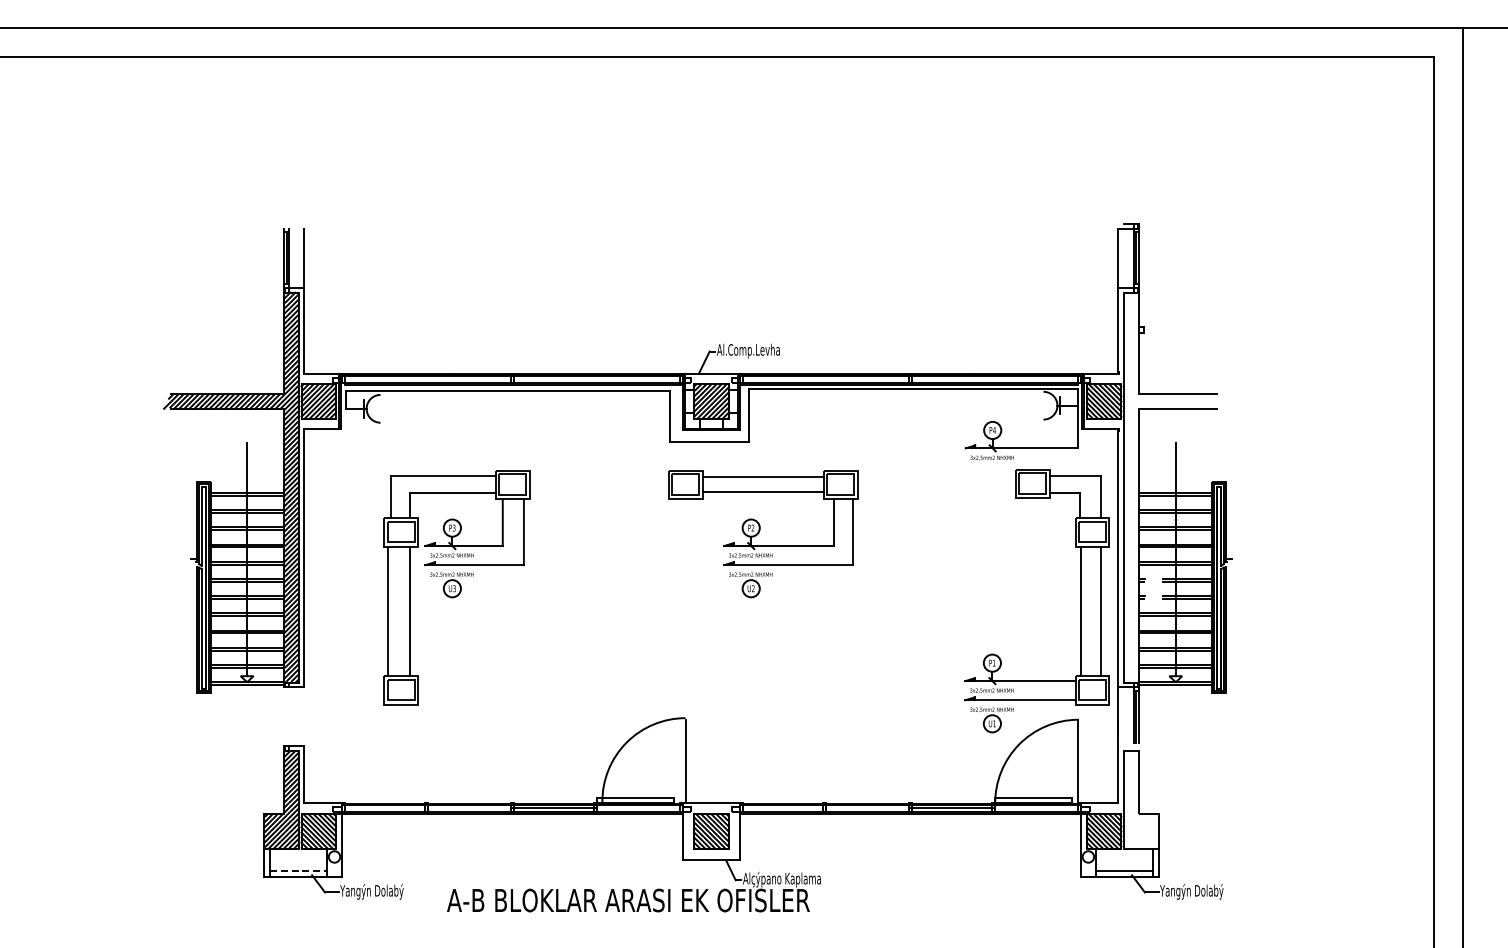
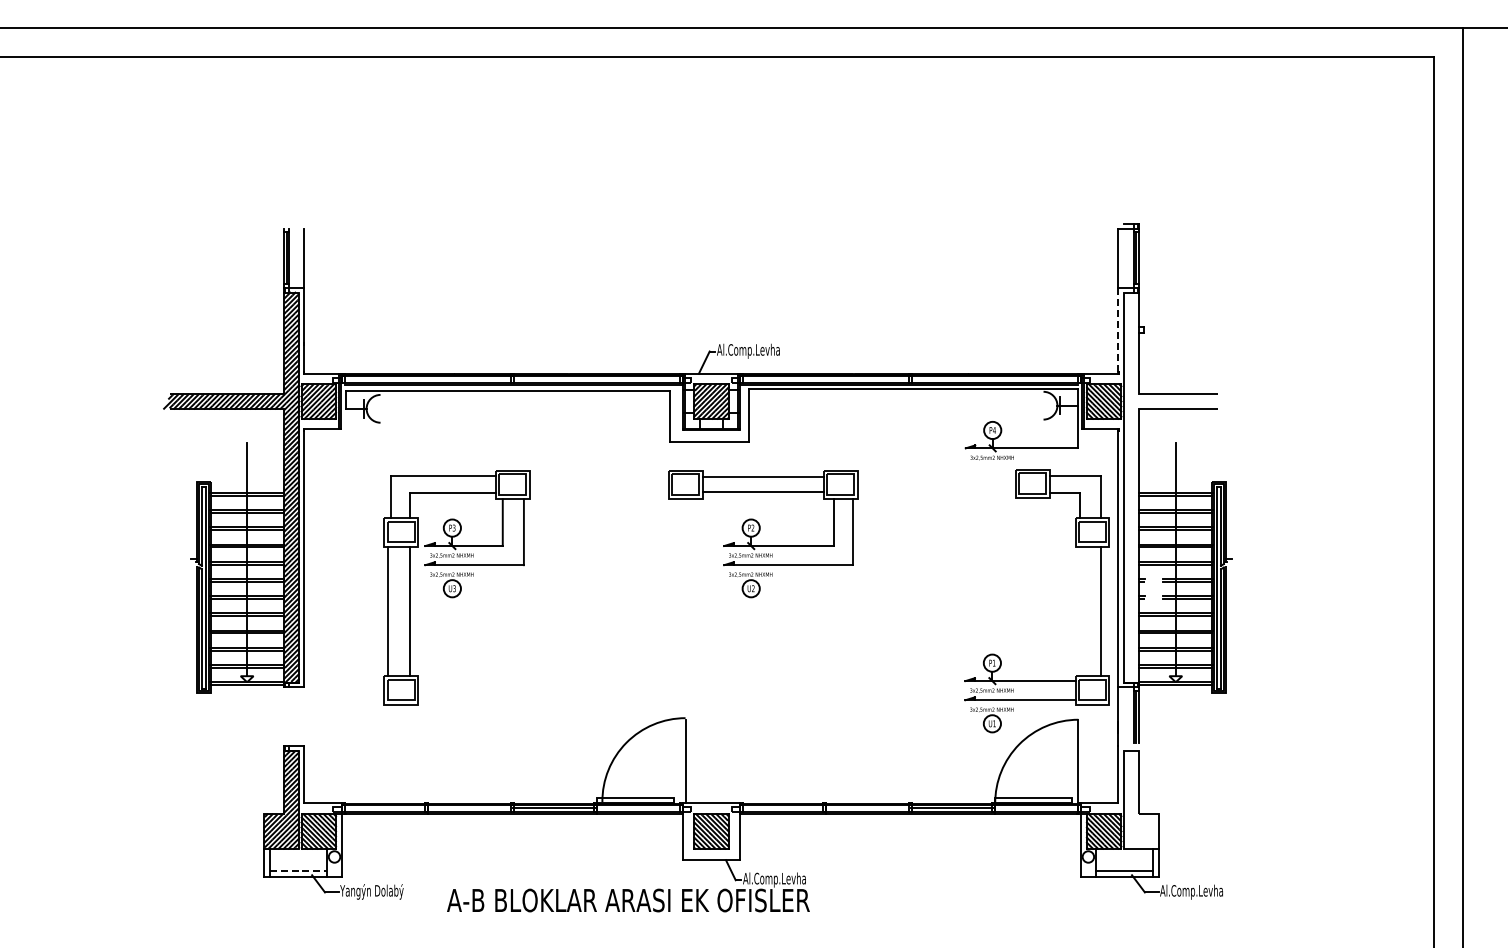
line at (1118, 329): solid -> dashed
line at (1081, 611): present -> none
text at (785, 879): Alçýpano Kaplama -> Al.Comp.Levha
text at (1191, 891): Yangýn Dolabý -> Al.Comp.Levha
